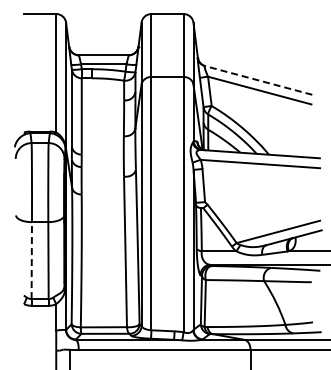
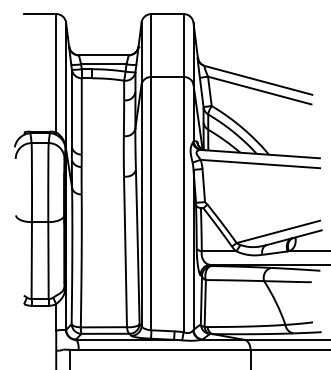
line at (258, 80): dashed -> solid
line at (31, 260): dashed -> solid
